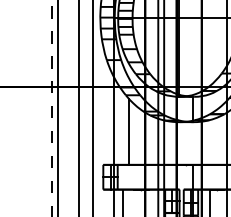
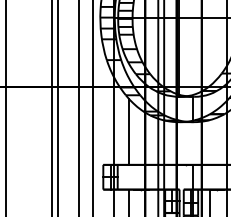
line at (5, 107): none -> present
line at (52, 108): dashed -> solid
line at (122, 201) position: (122, 201) -> (128, 201)
